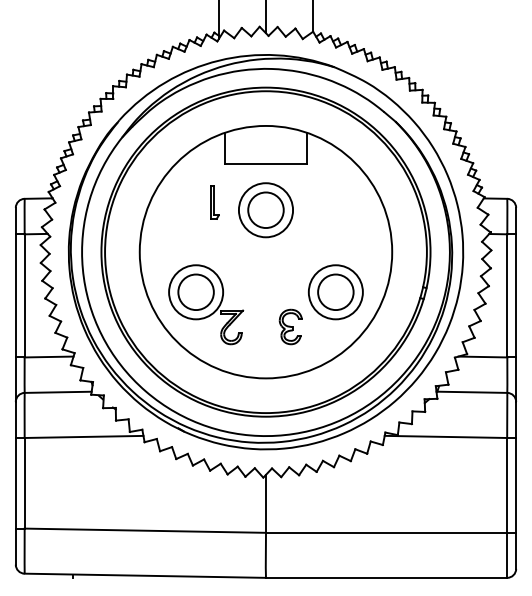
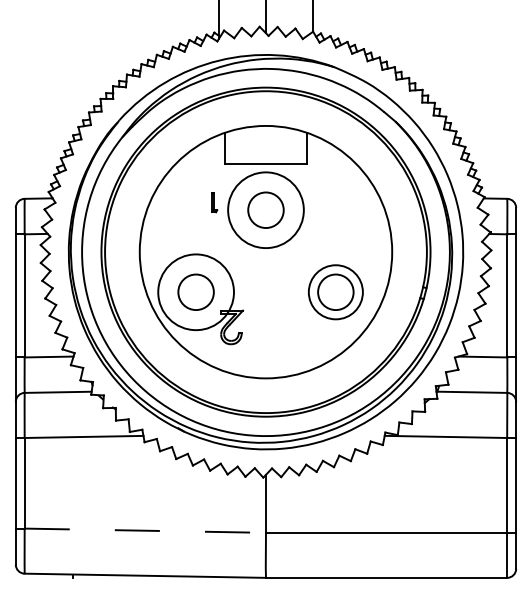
part at (214, 202) size: 10x35 px -> 8x22 px
circle at (265, 210) diameter: 54 px -> 76 px
circle at (196, 292) diameter: 54 px -> 76 px
part at (290, 326): present -> none
line at (145, 530): solid -> dashed
